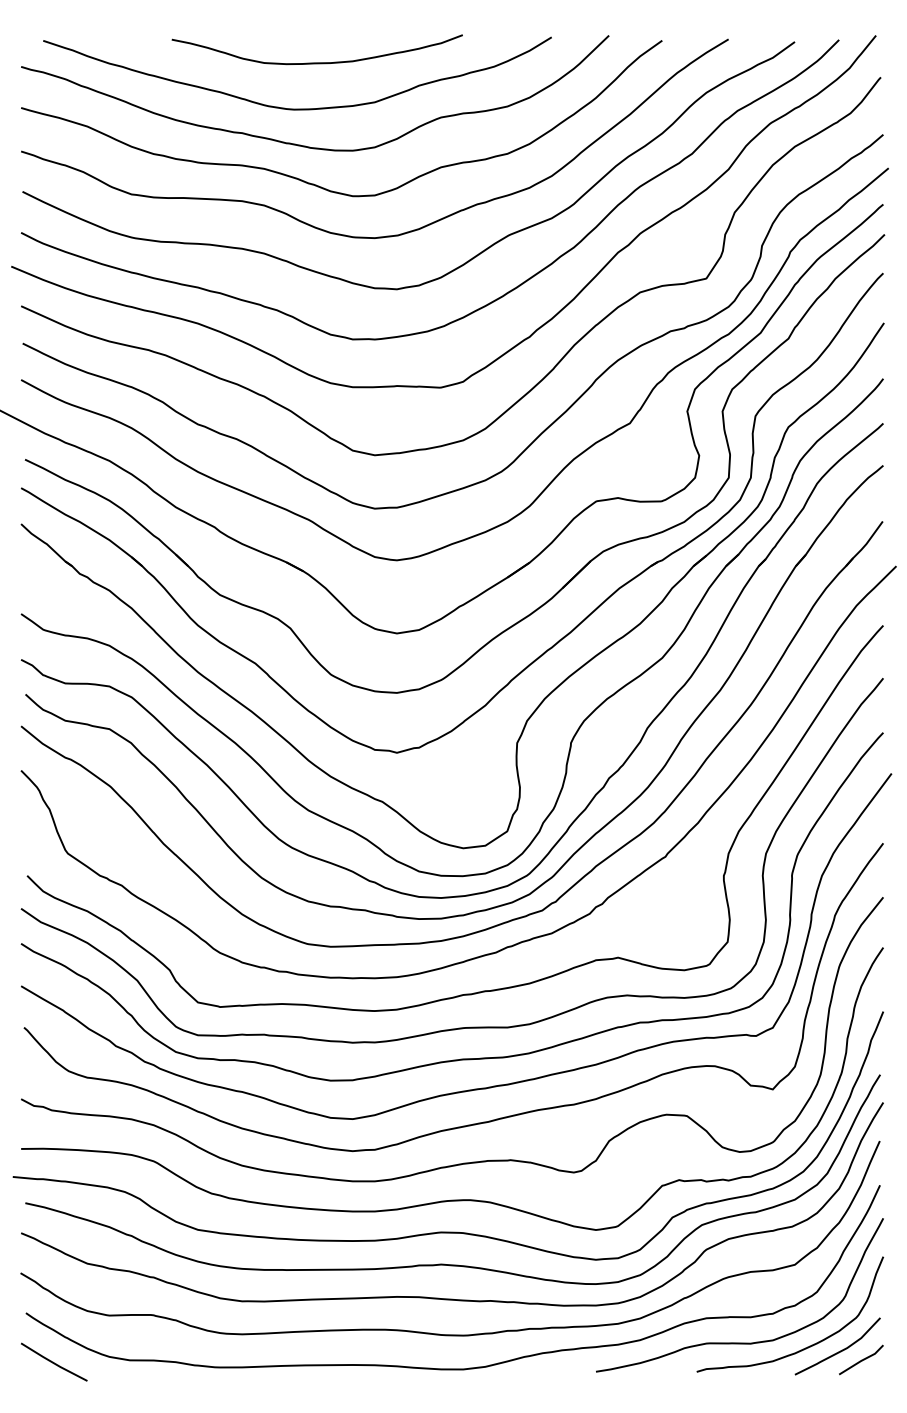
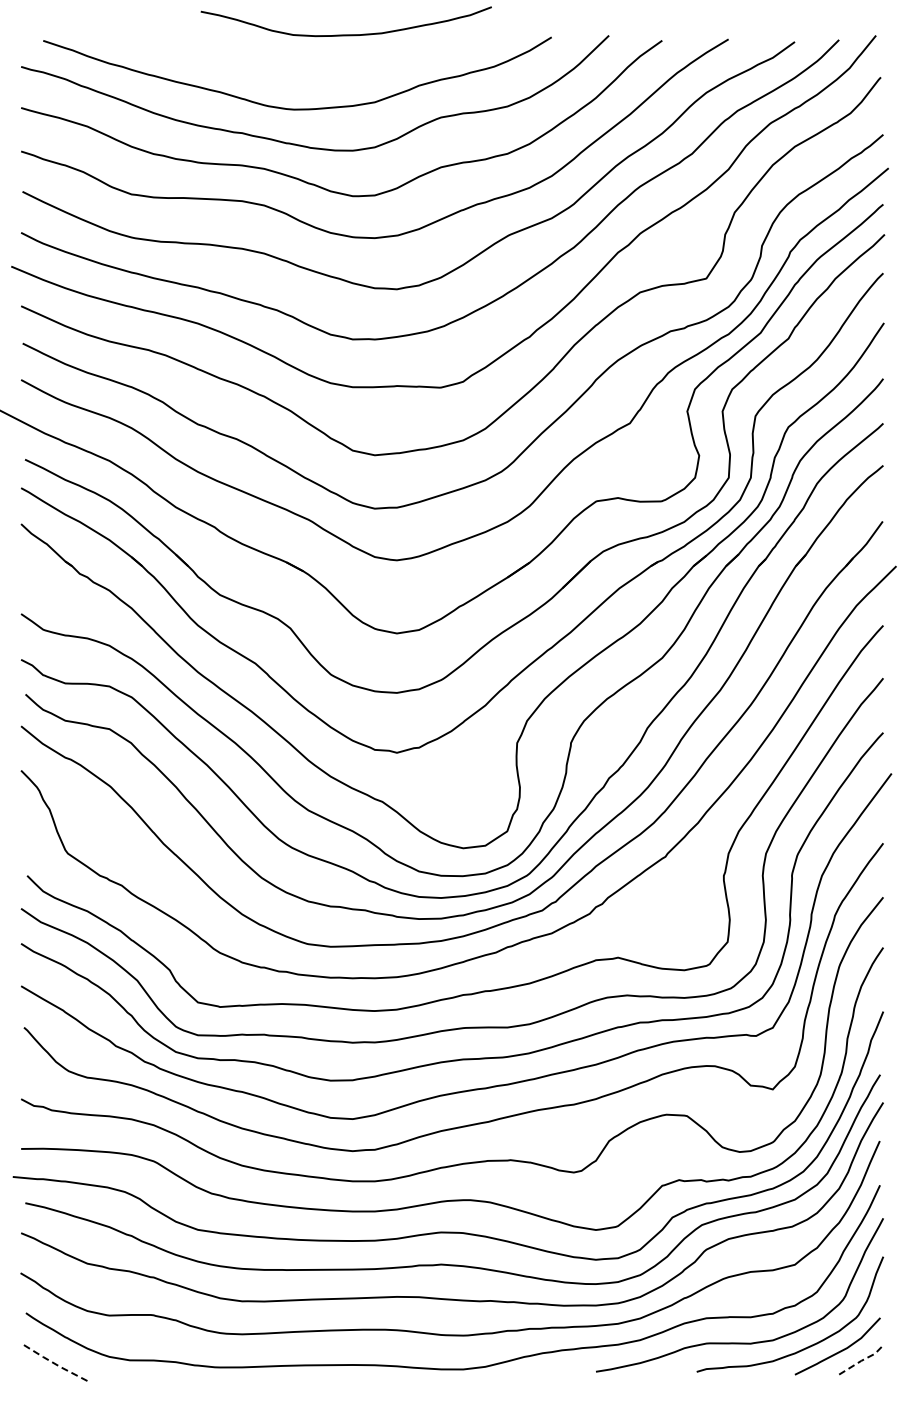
curve at (316, 62) position: (316, 62) -> (345, 34)
line at (862, 1360): solid -> dashed
line at (53, 1363): solid -> dashed
